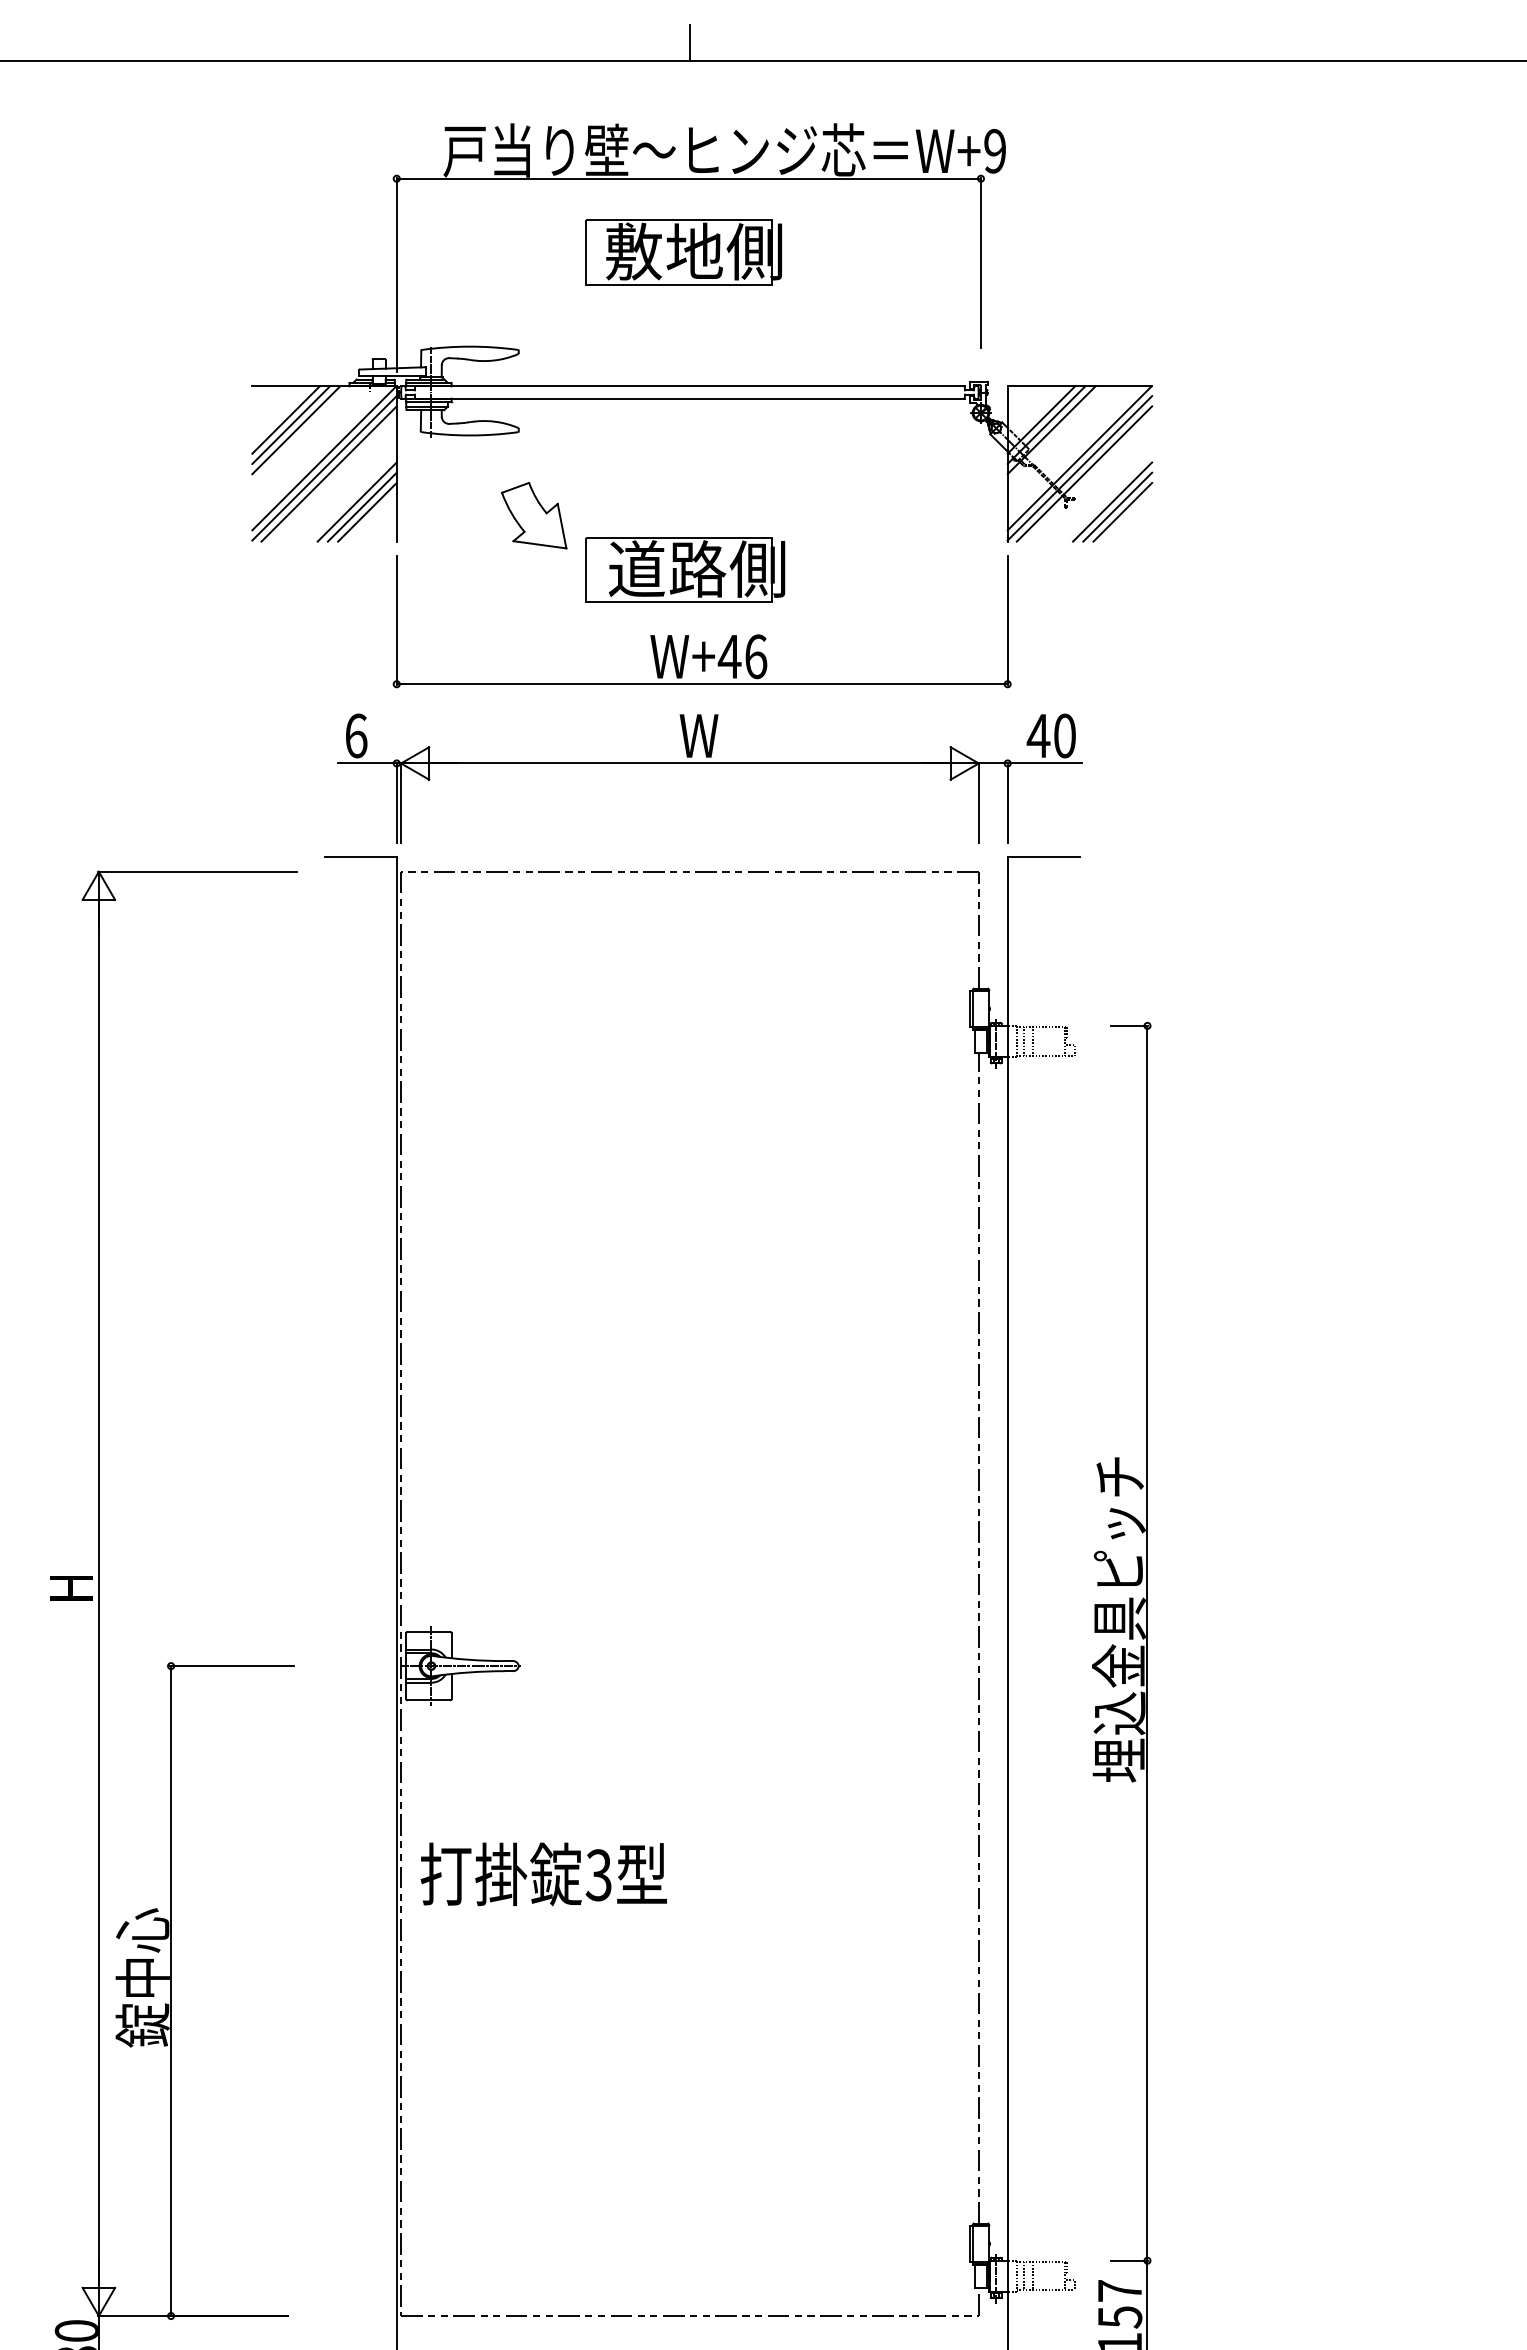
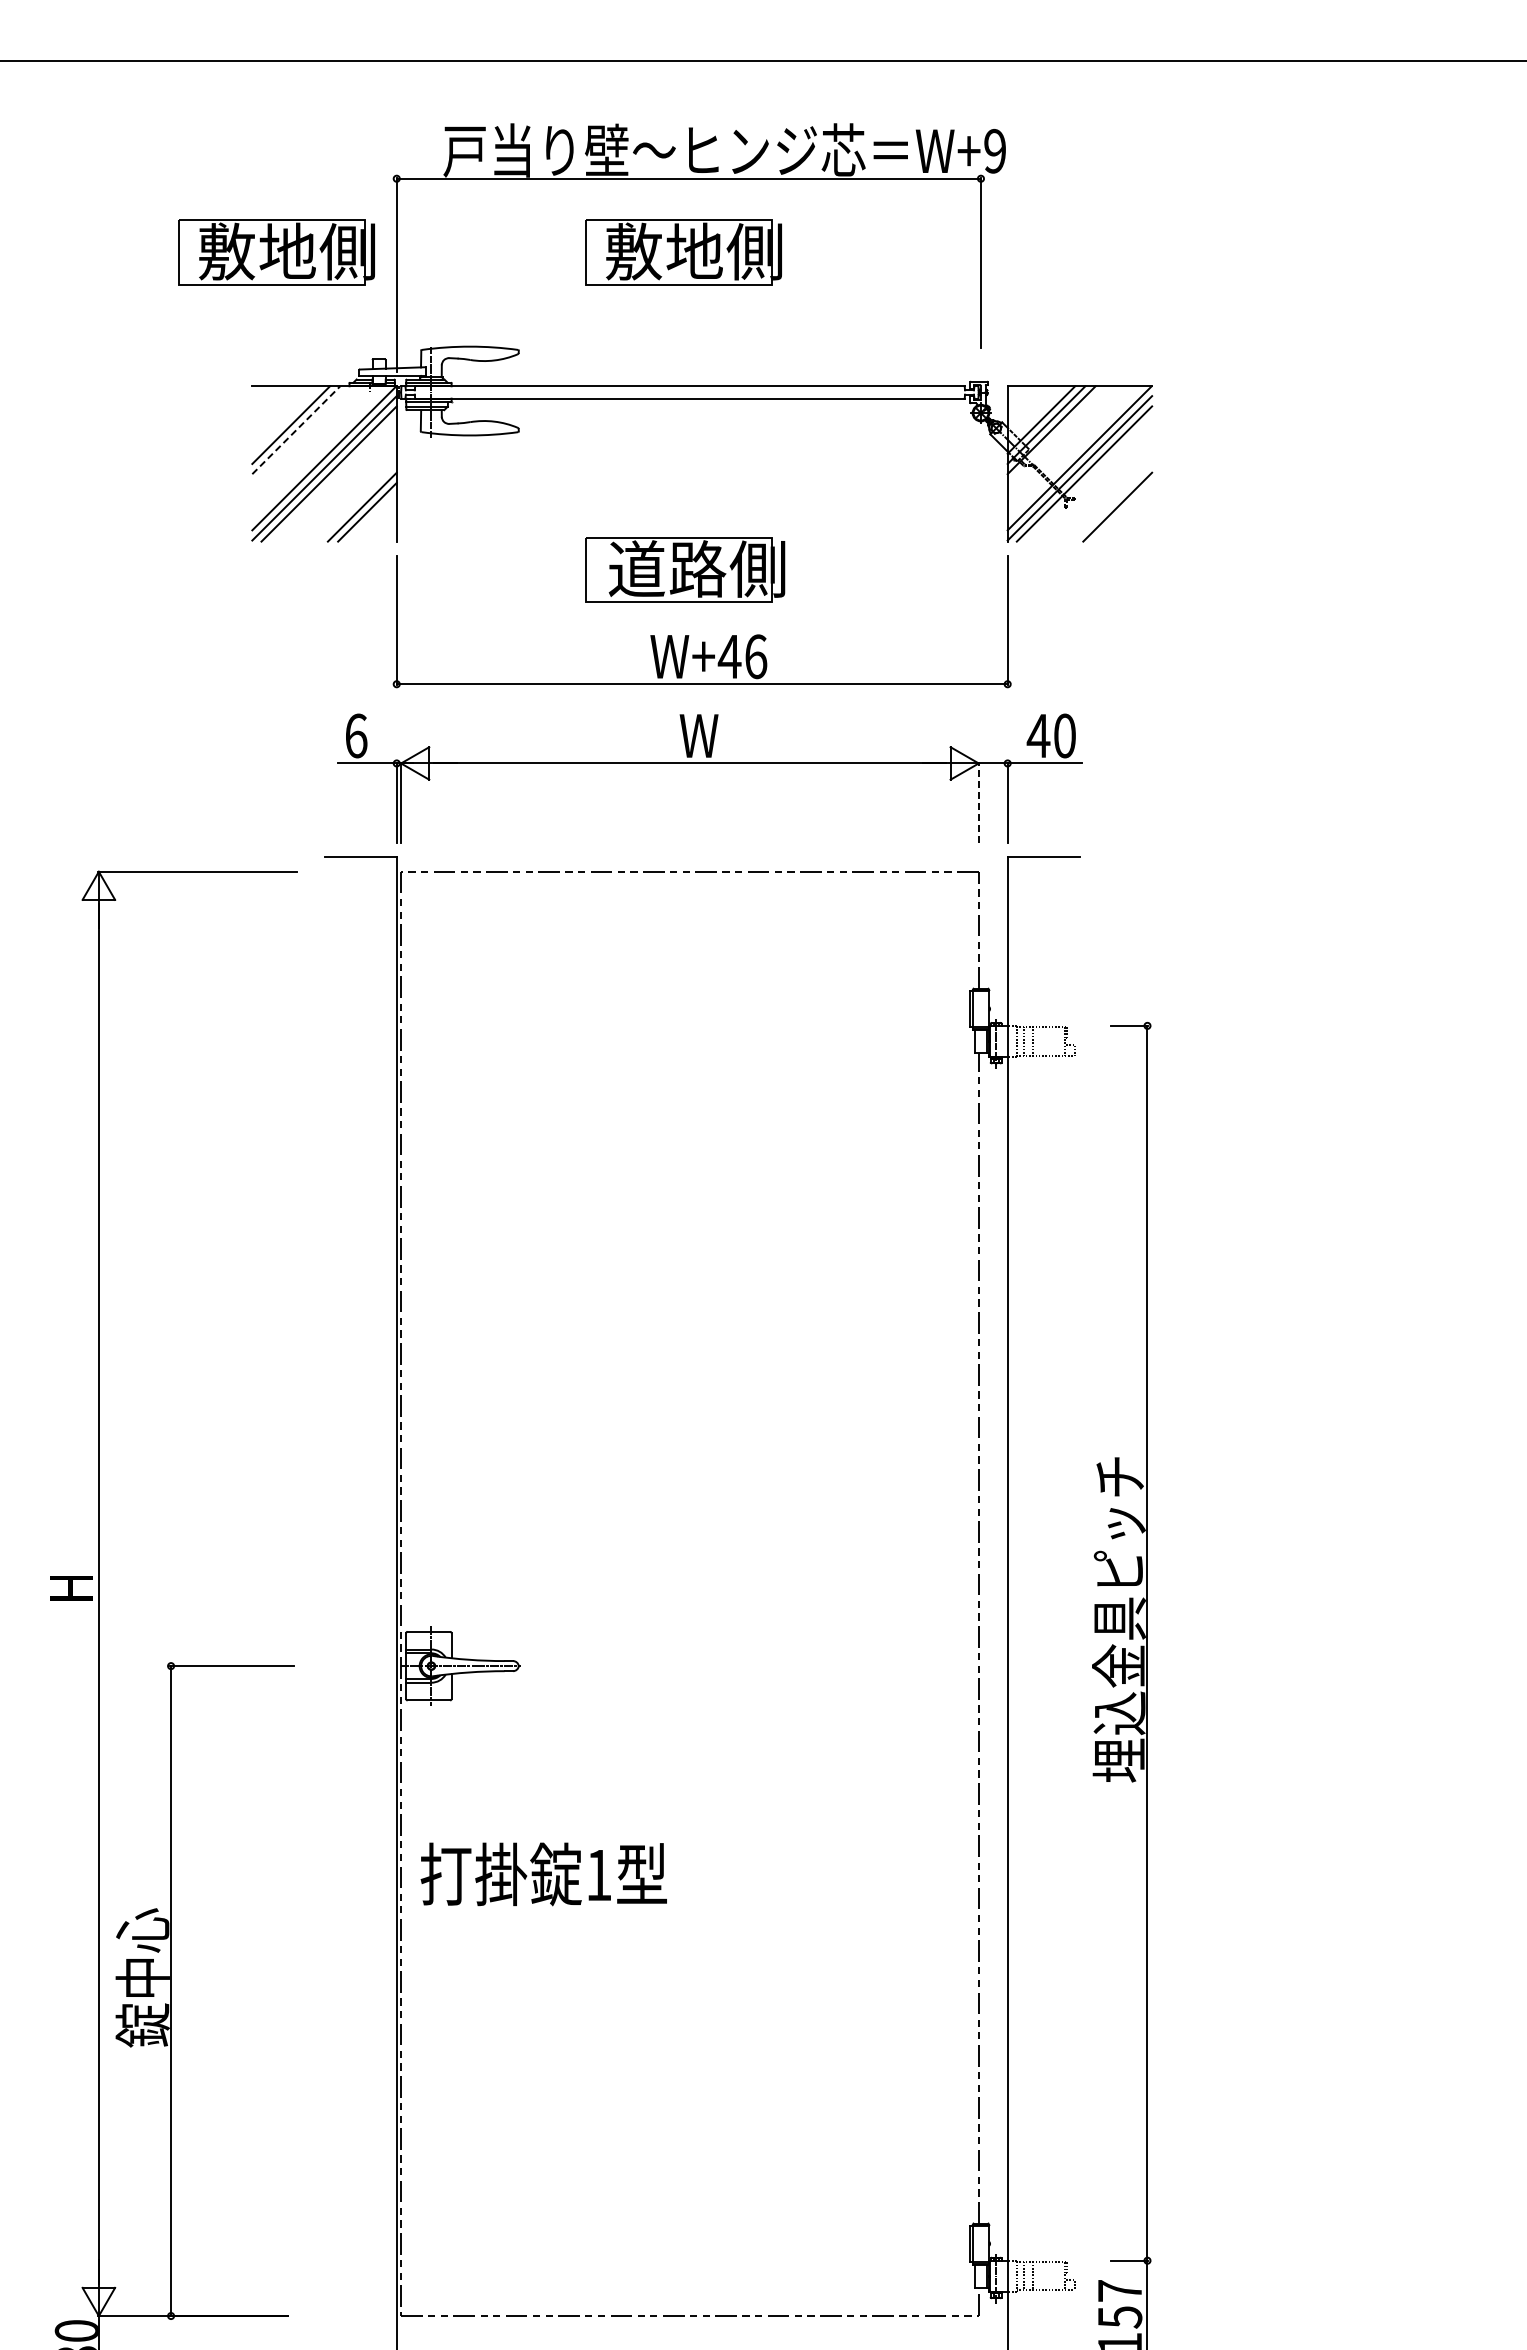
line at (689, 42): present -> none
part at (276, 252): none -> present
line at (285, 419): present -> none
line at (296, 429): solid -> dashed
line at (356, 501): present -> none
line at (1112, 501): present -> none
line at (1122, 511): present -> none
part at (534, 515): present -> none
line at (978, 802): solid -> dashed
text at (598, 1875): 3 -> 1
